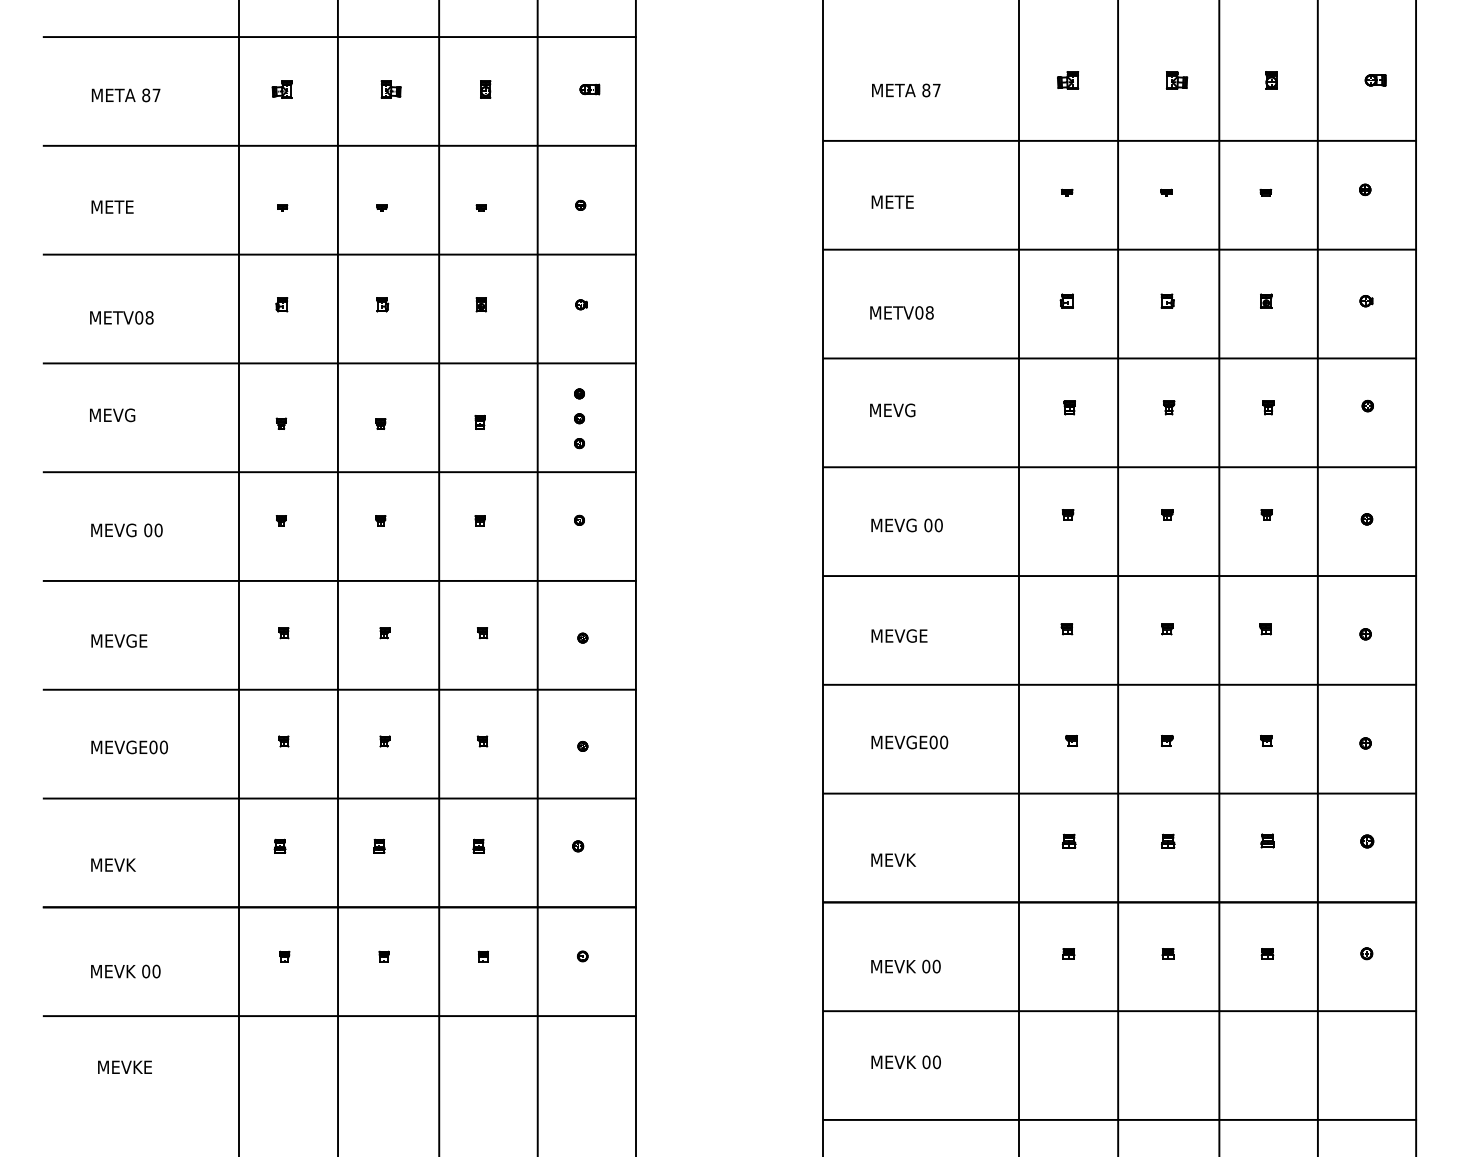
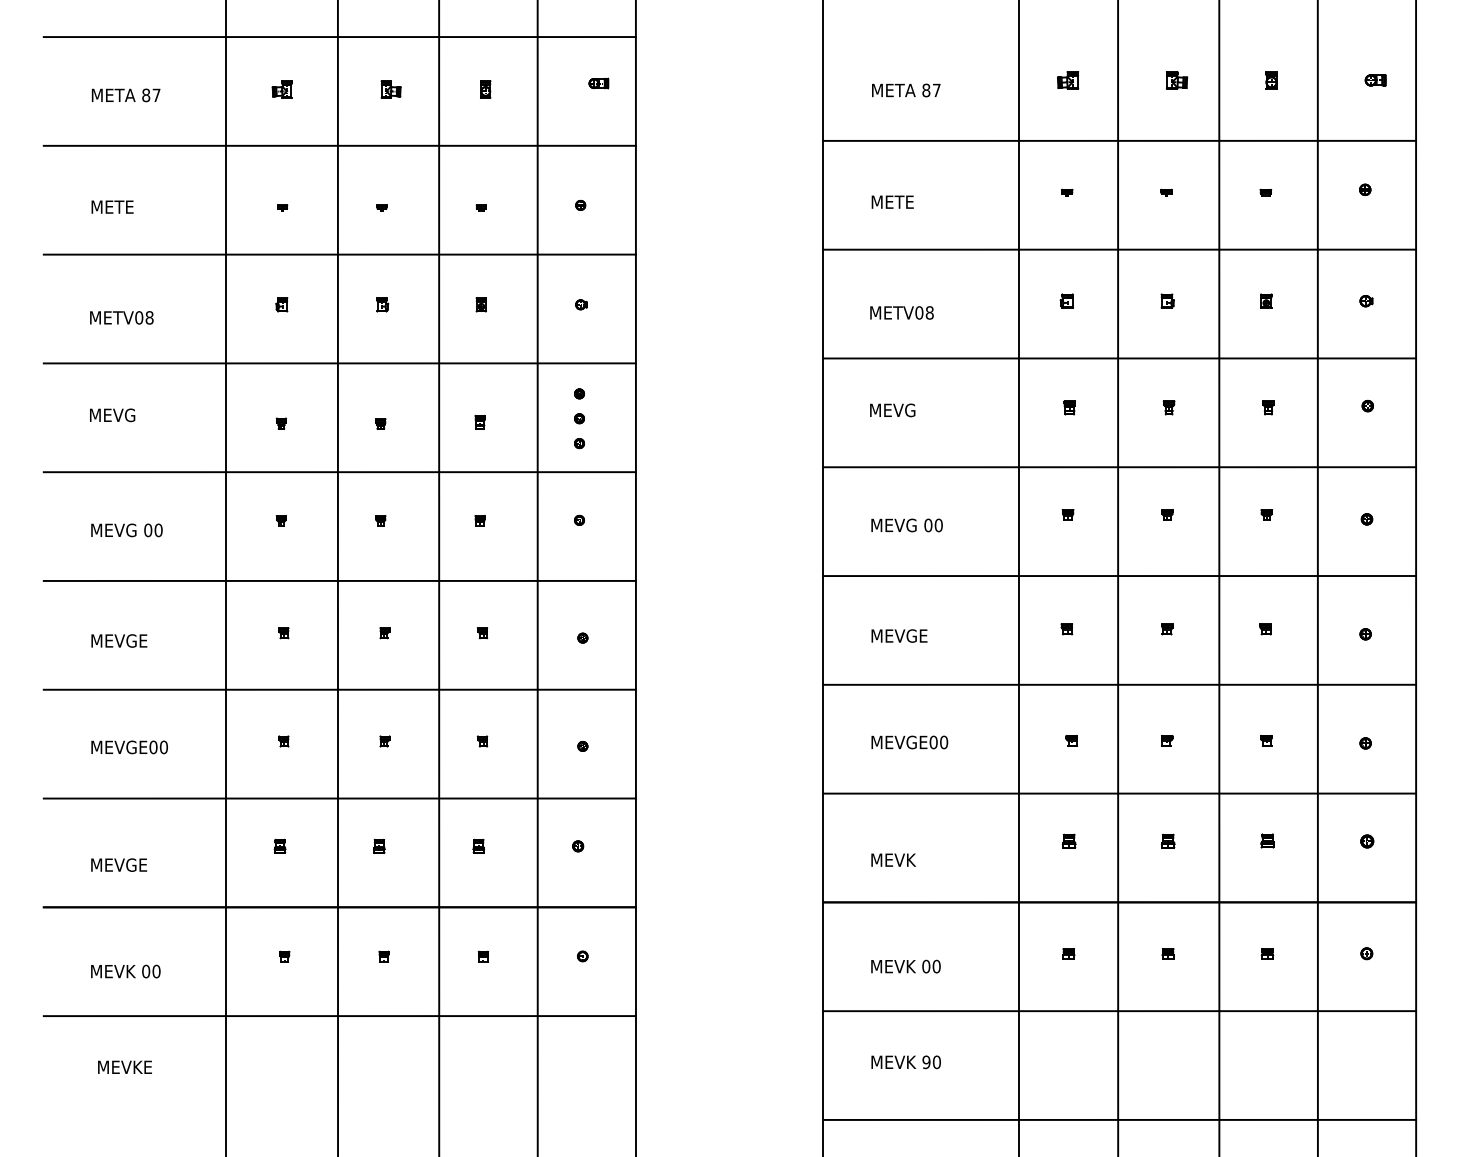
part at (589, 89) position: (589, 89) -> (598, 83)
line at (238, 577) position: (238, 577) -> (225, 577)
text at (136, 864): MEVK -> MEVGE
text at (926, 1062): 00 -> 90
